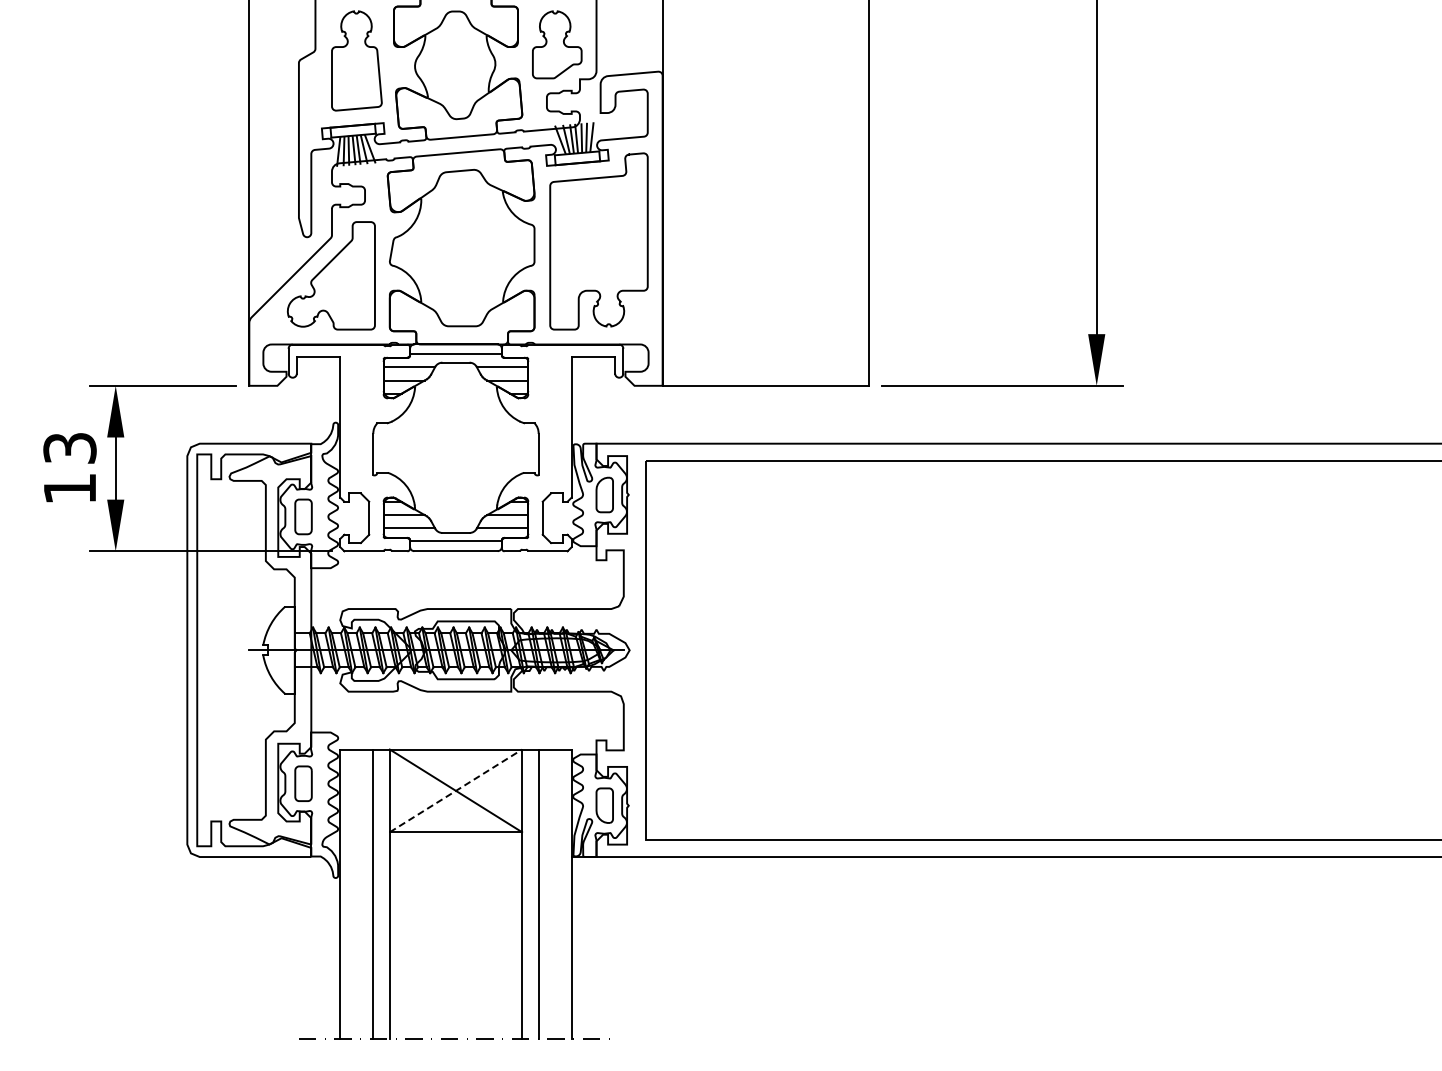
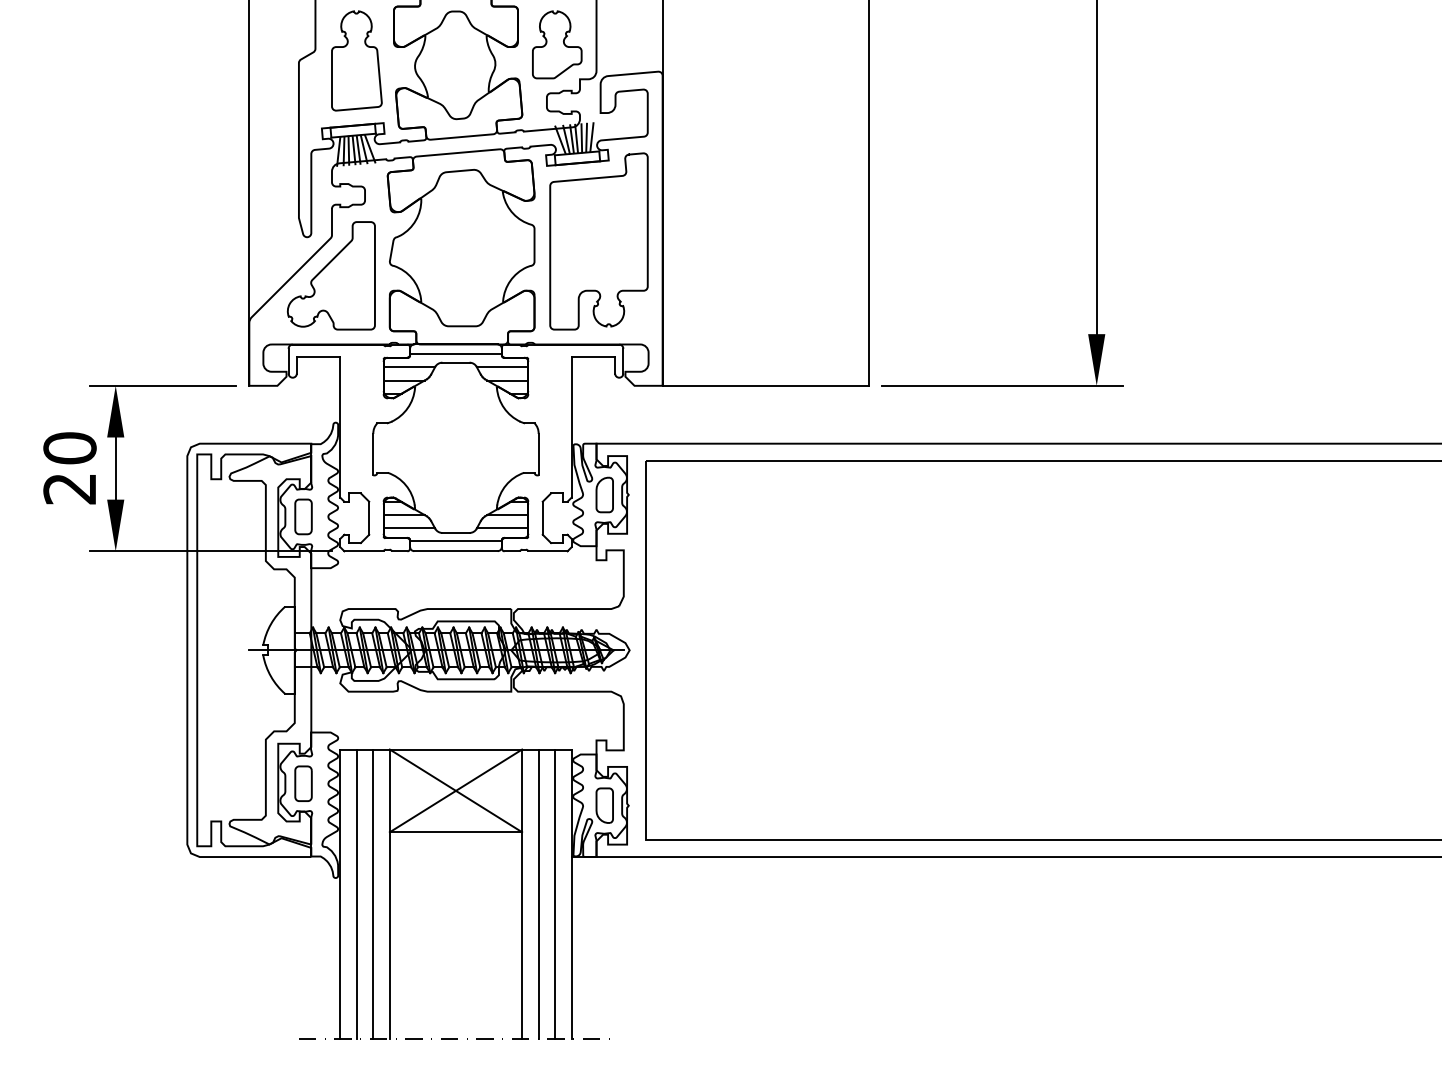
text at (69, 468): 13 -> 20
line at (455, 790): dashed -> solid
line at (356, 893): none -> present
line at (555, 893): none -> present
